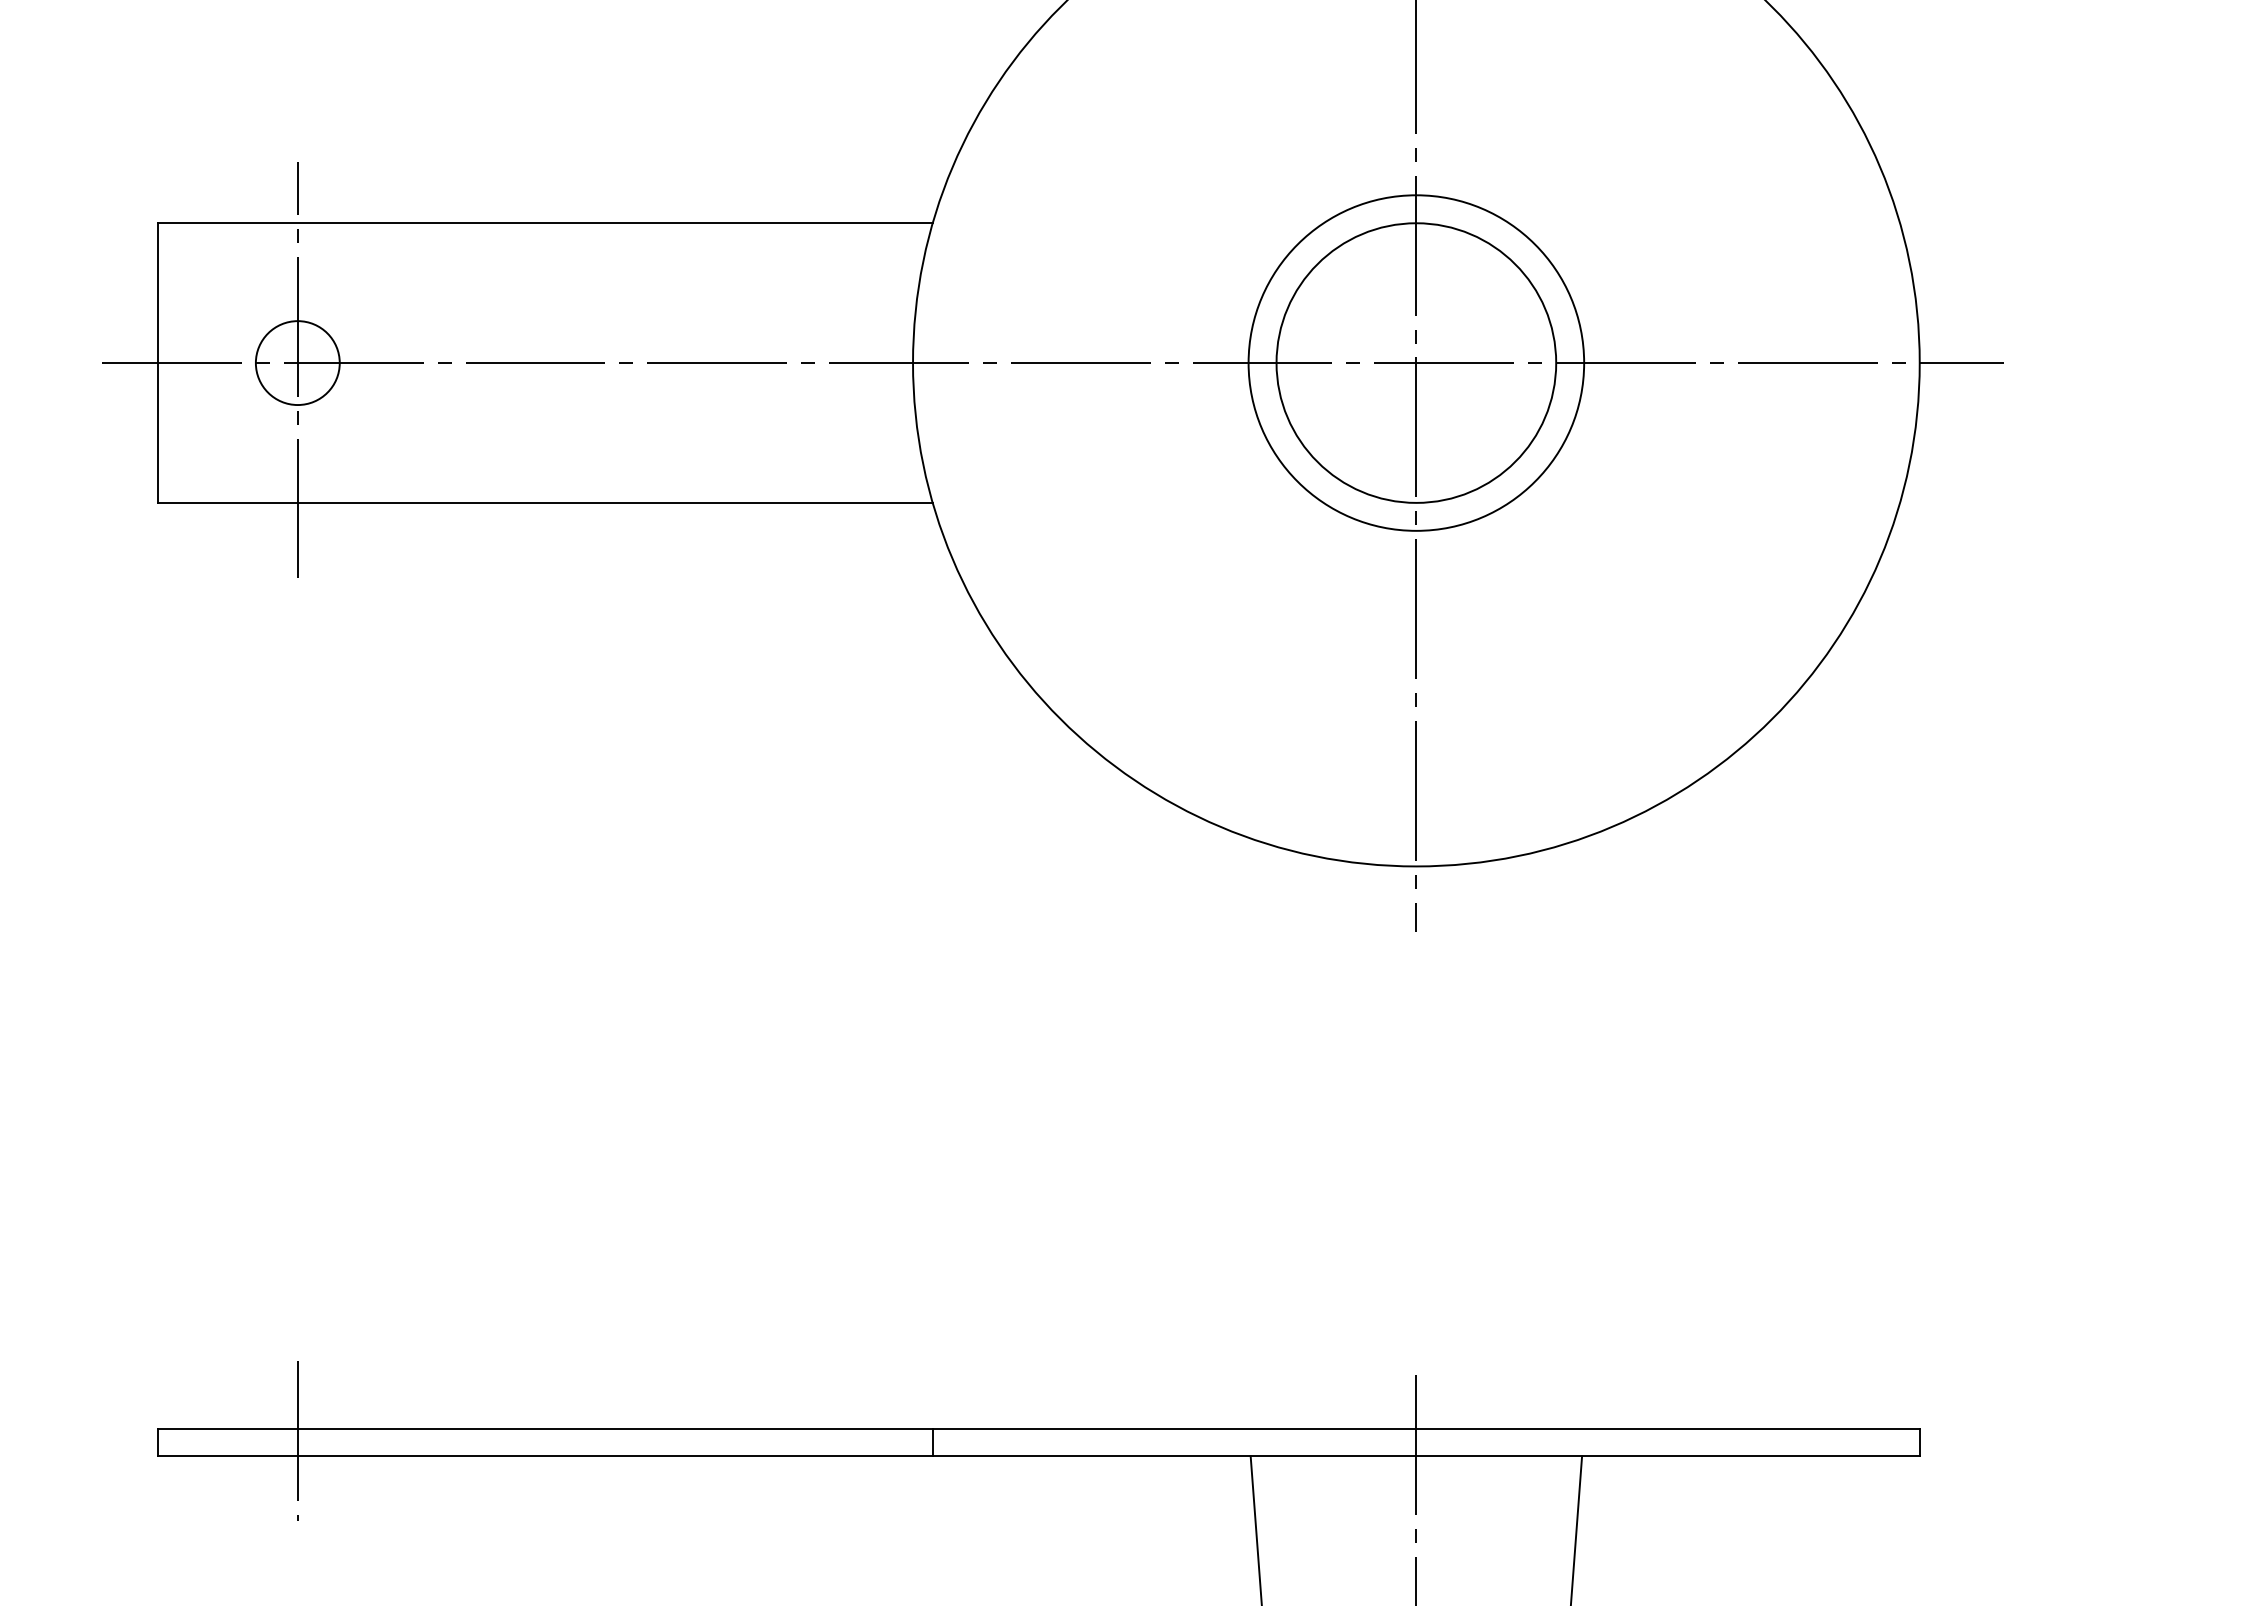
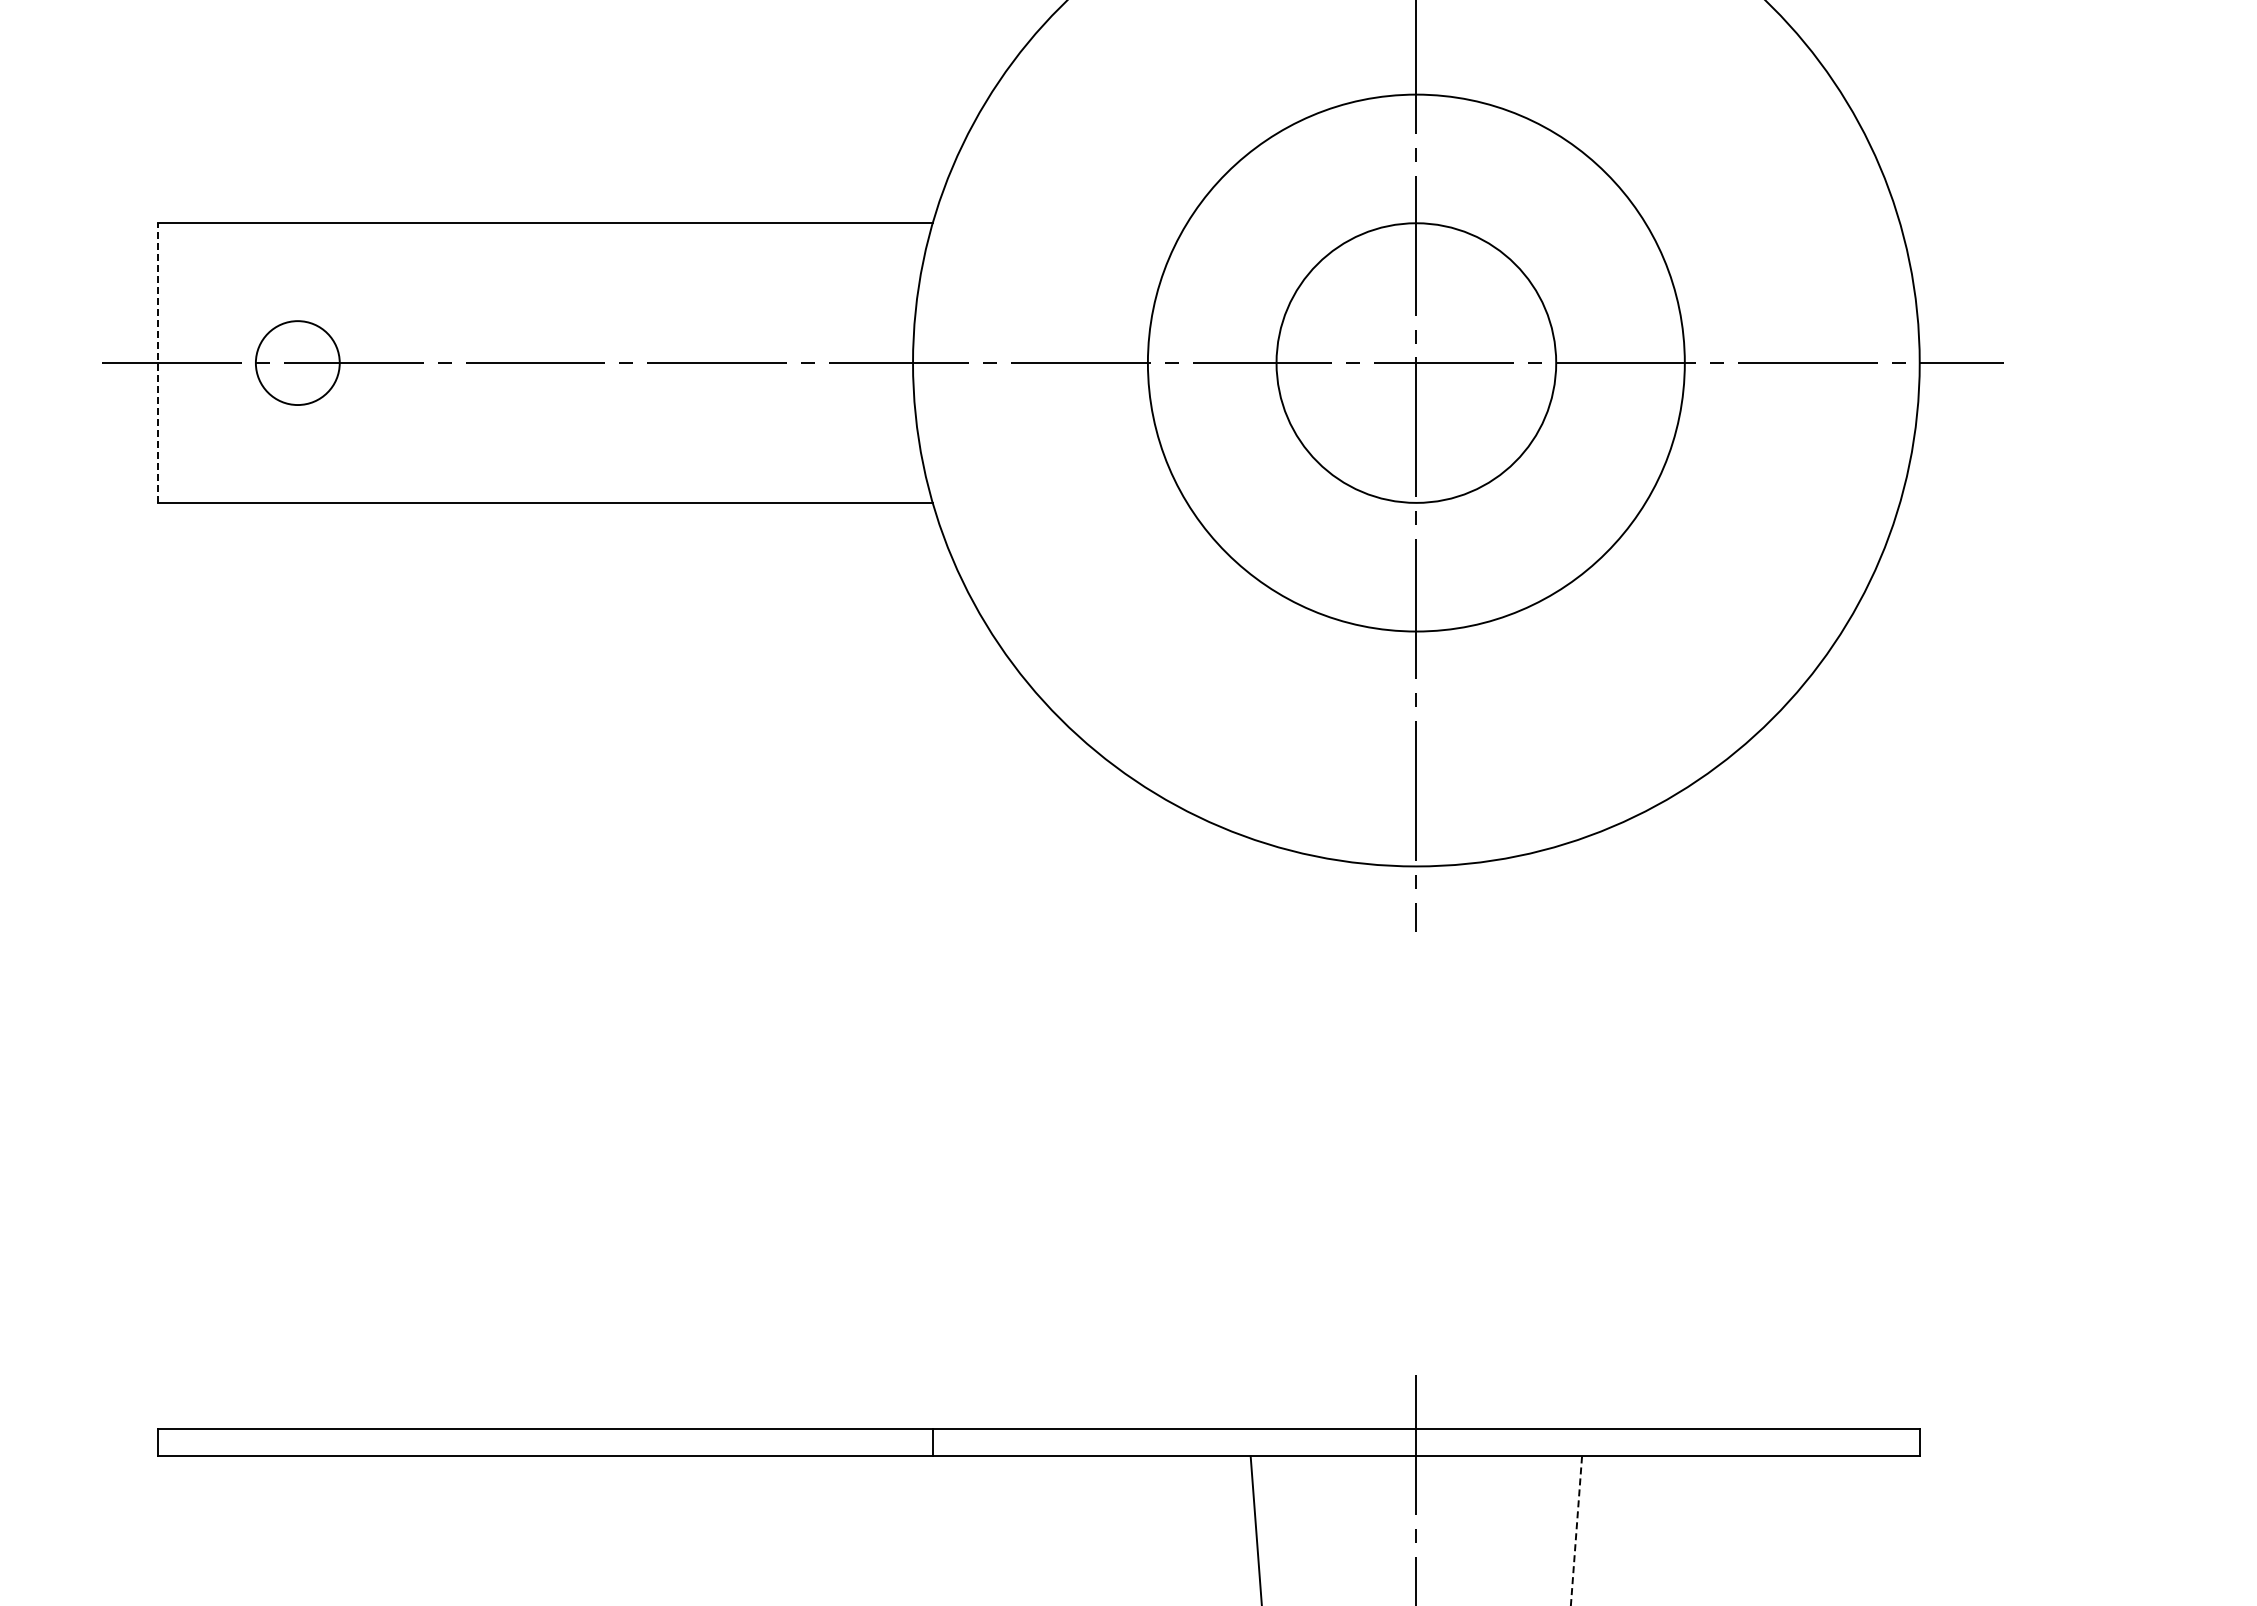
circle at (1416, 362) diameter: 336 px -> 537 px
line at (158, 363): solid -> dashed
line at (297, 369): present -> none
line at (297, 1440): present -> none
line at (1576, 1531): solid -> dashed
